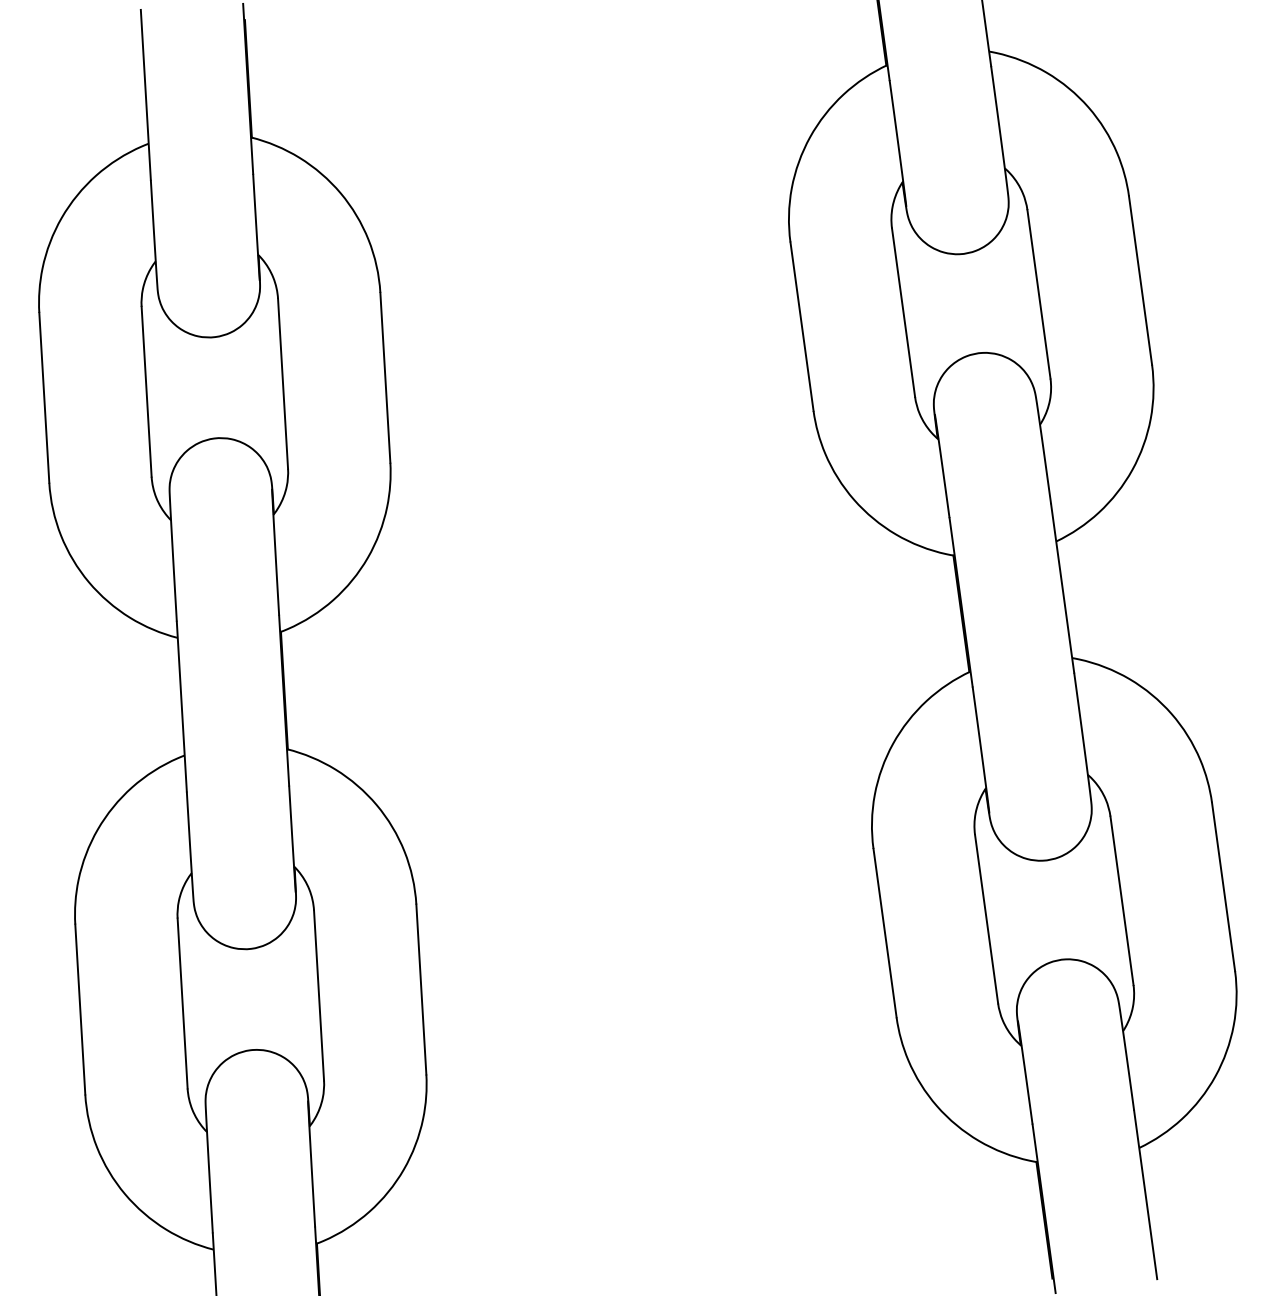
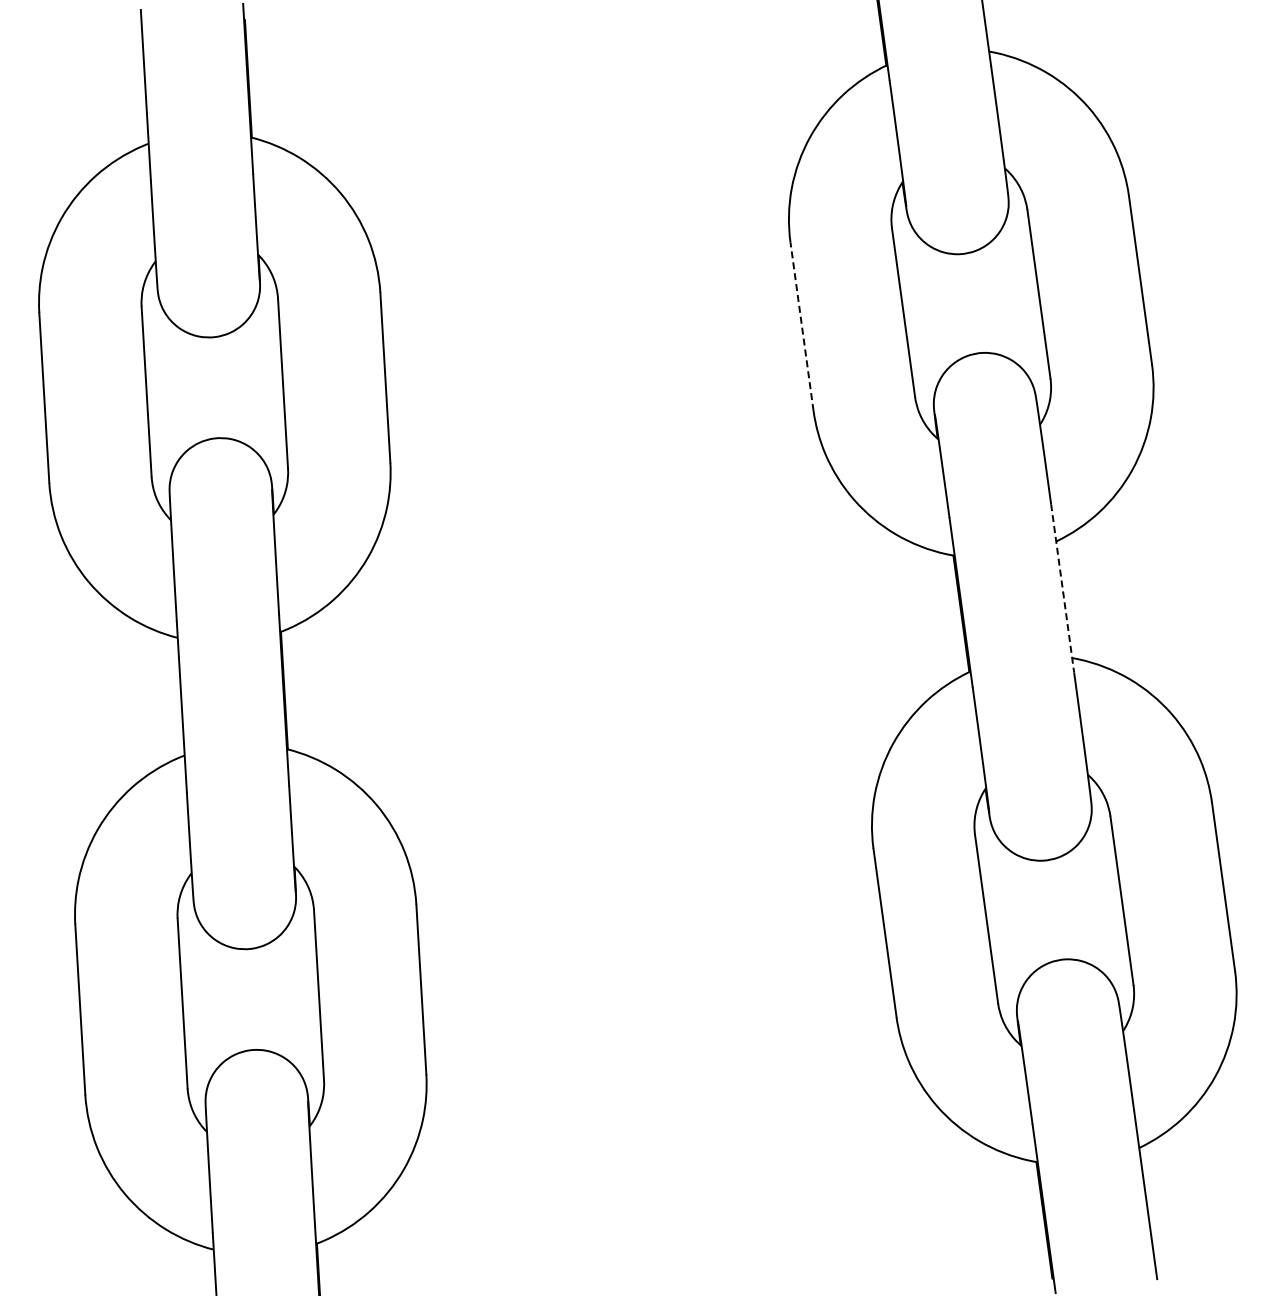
line at (801, 326): solid -> dashed
line at (1062, 588): solid -> dashed
